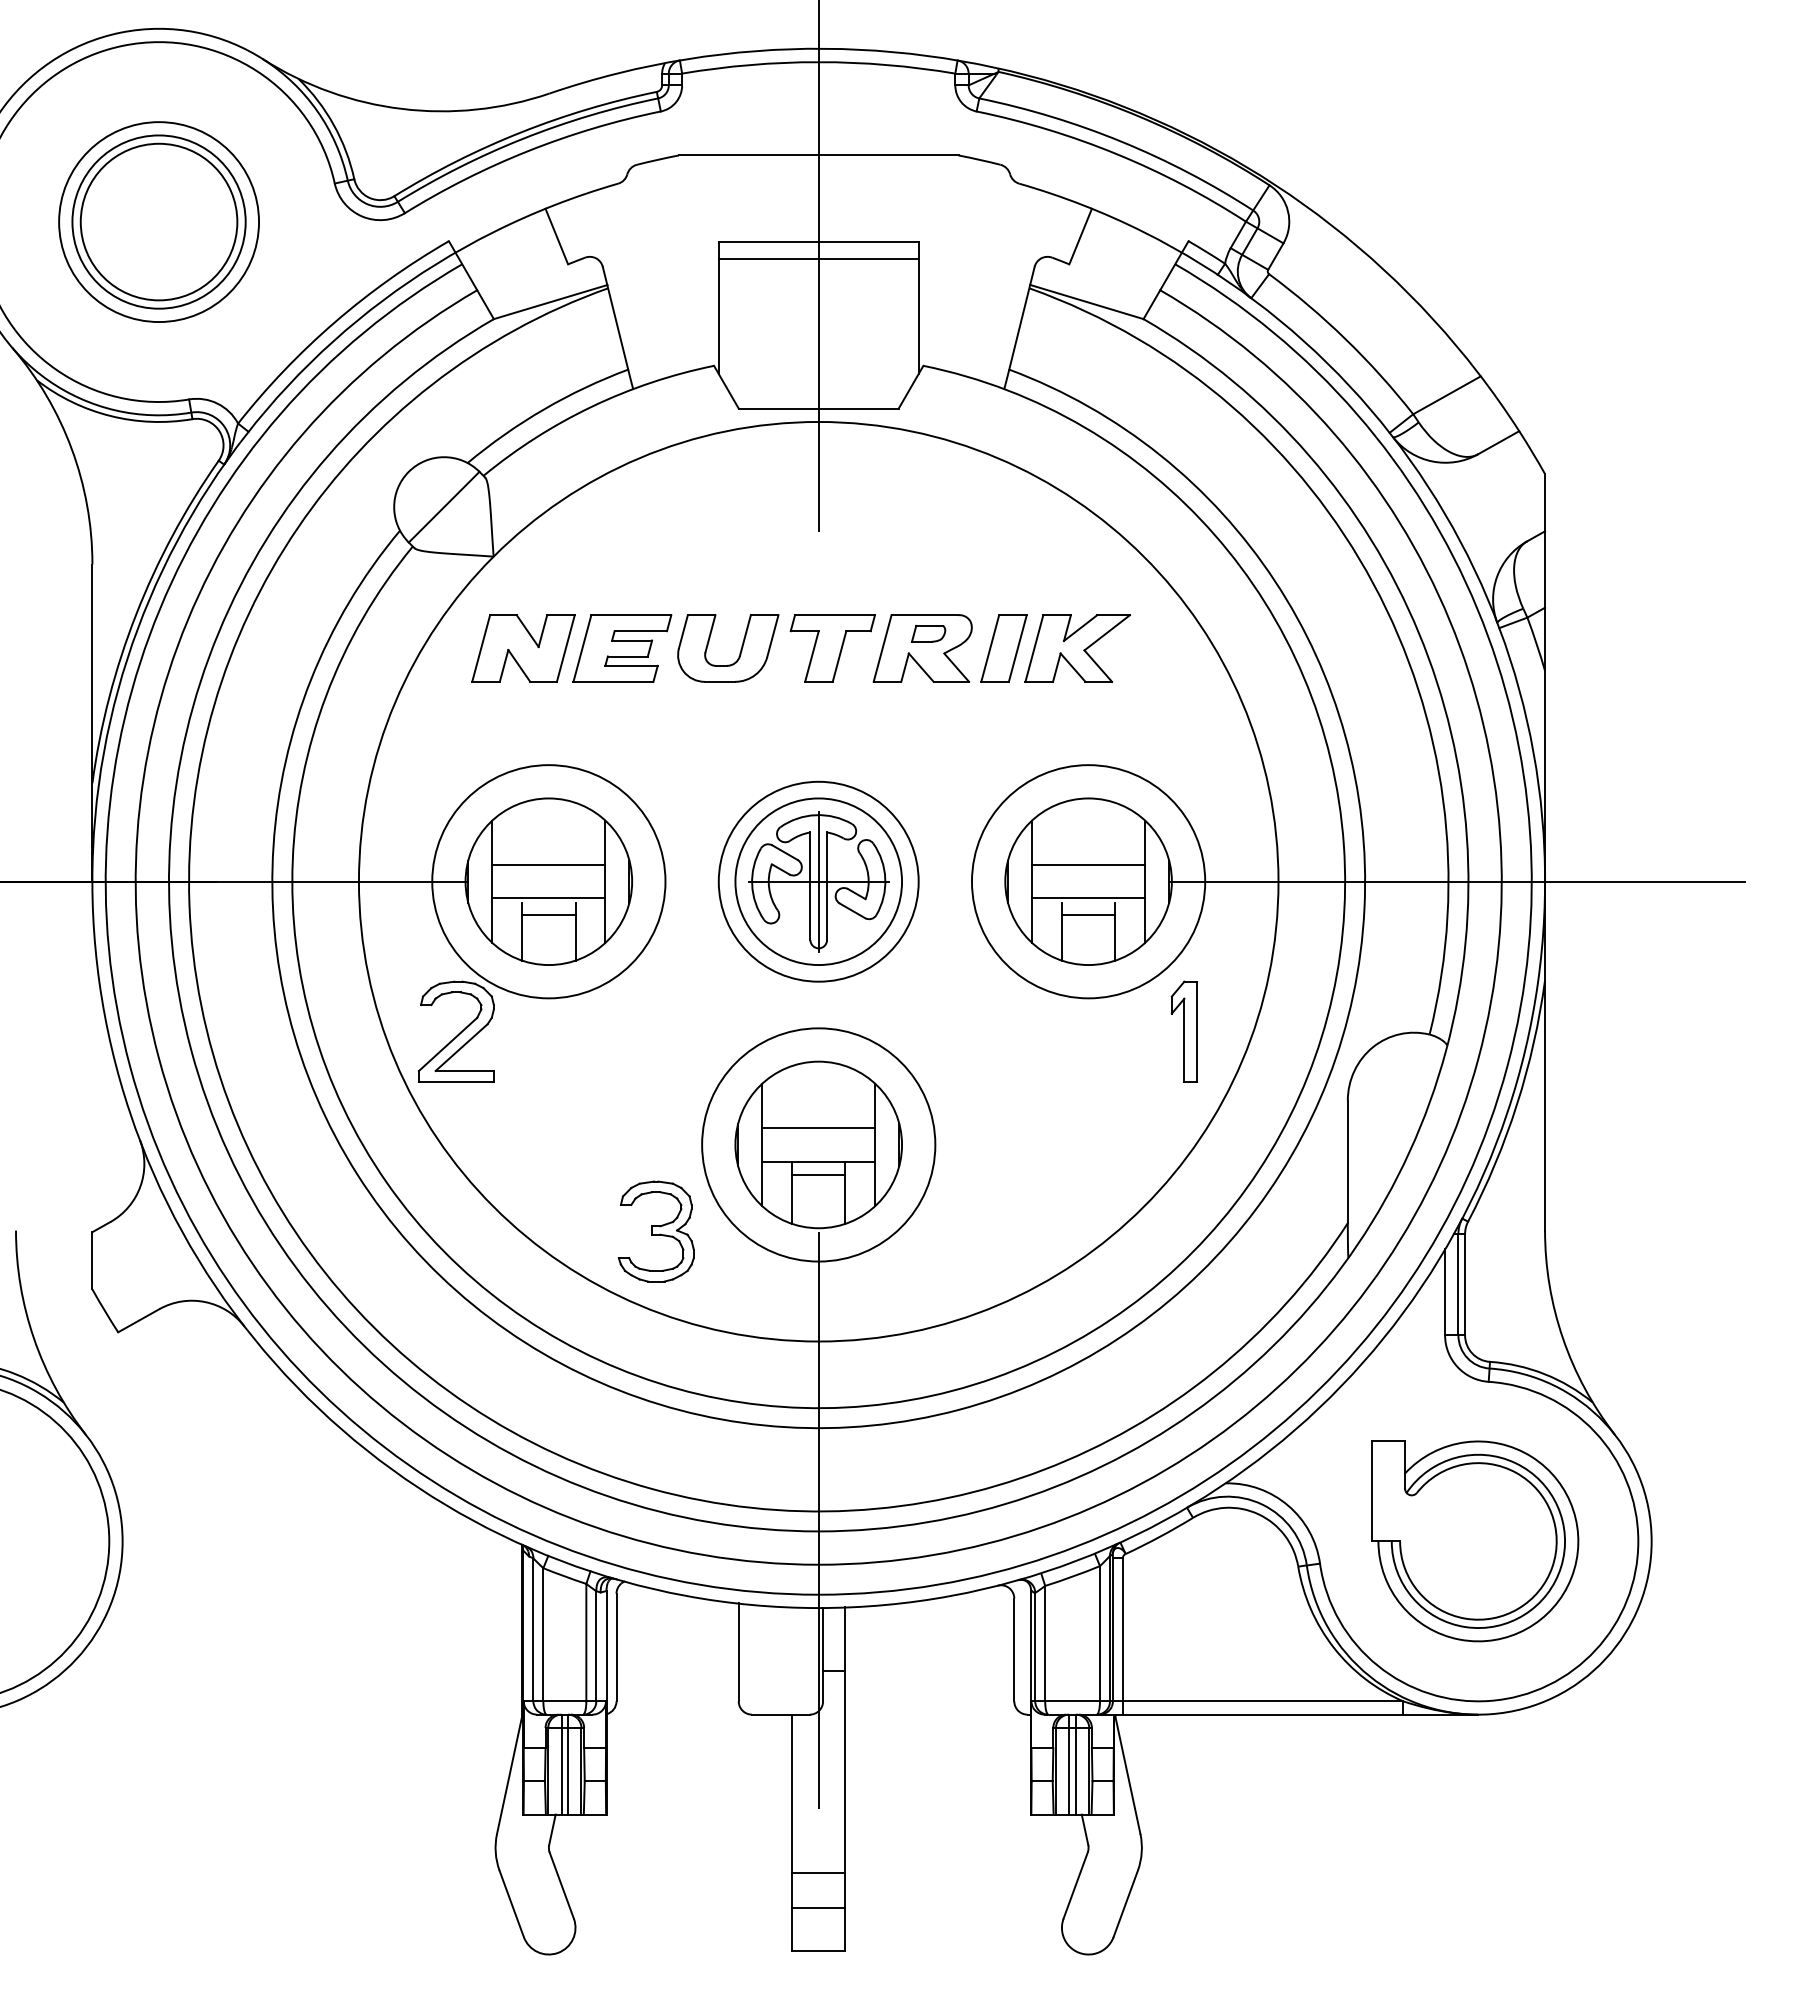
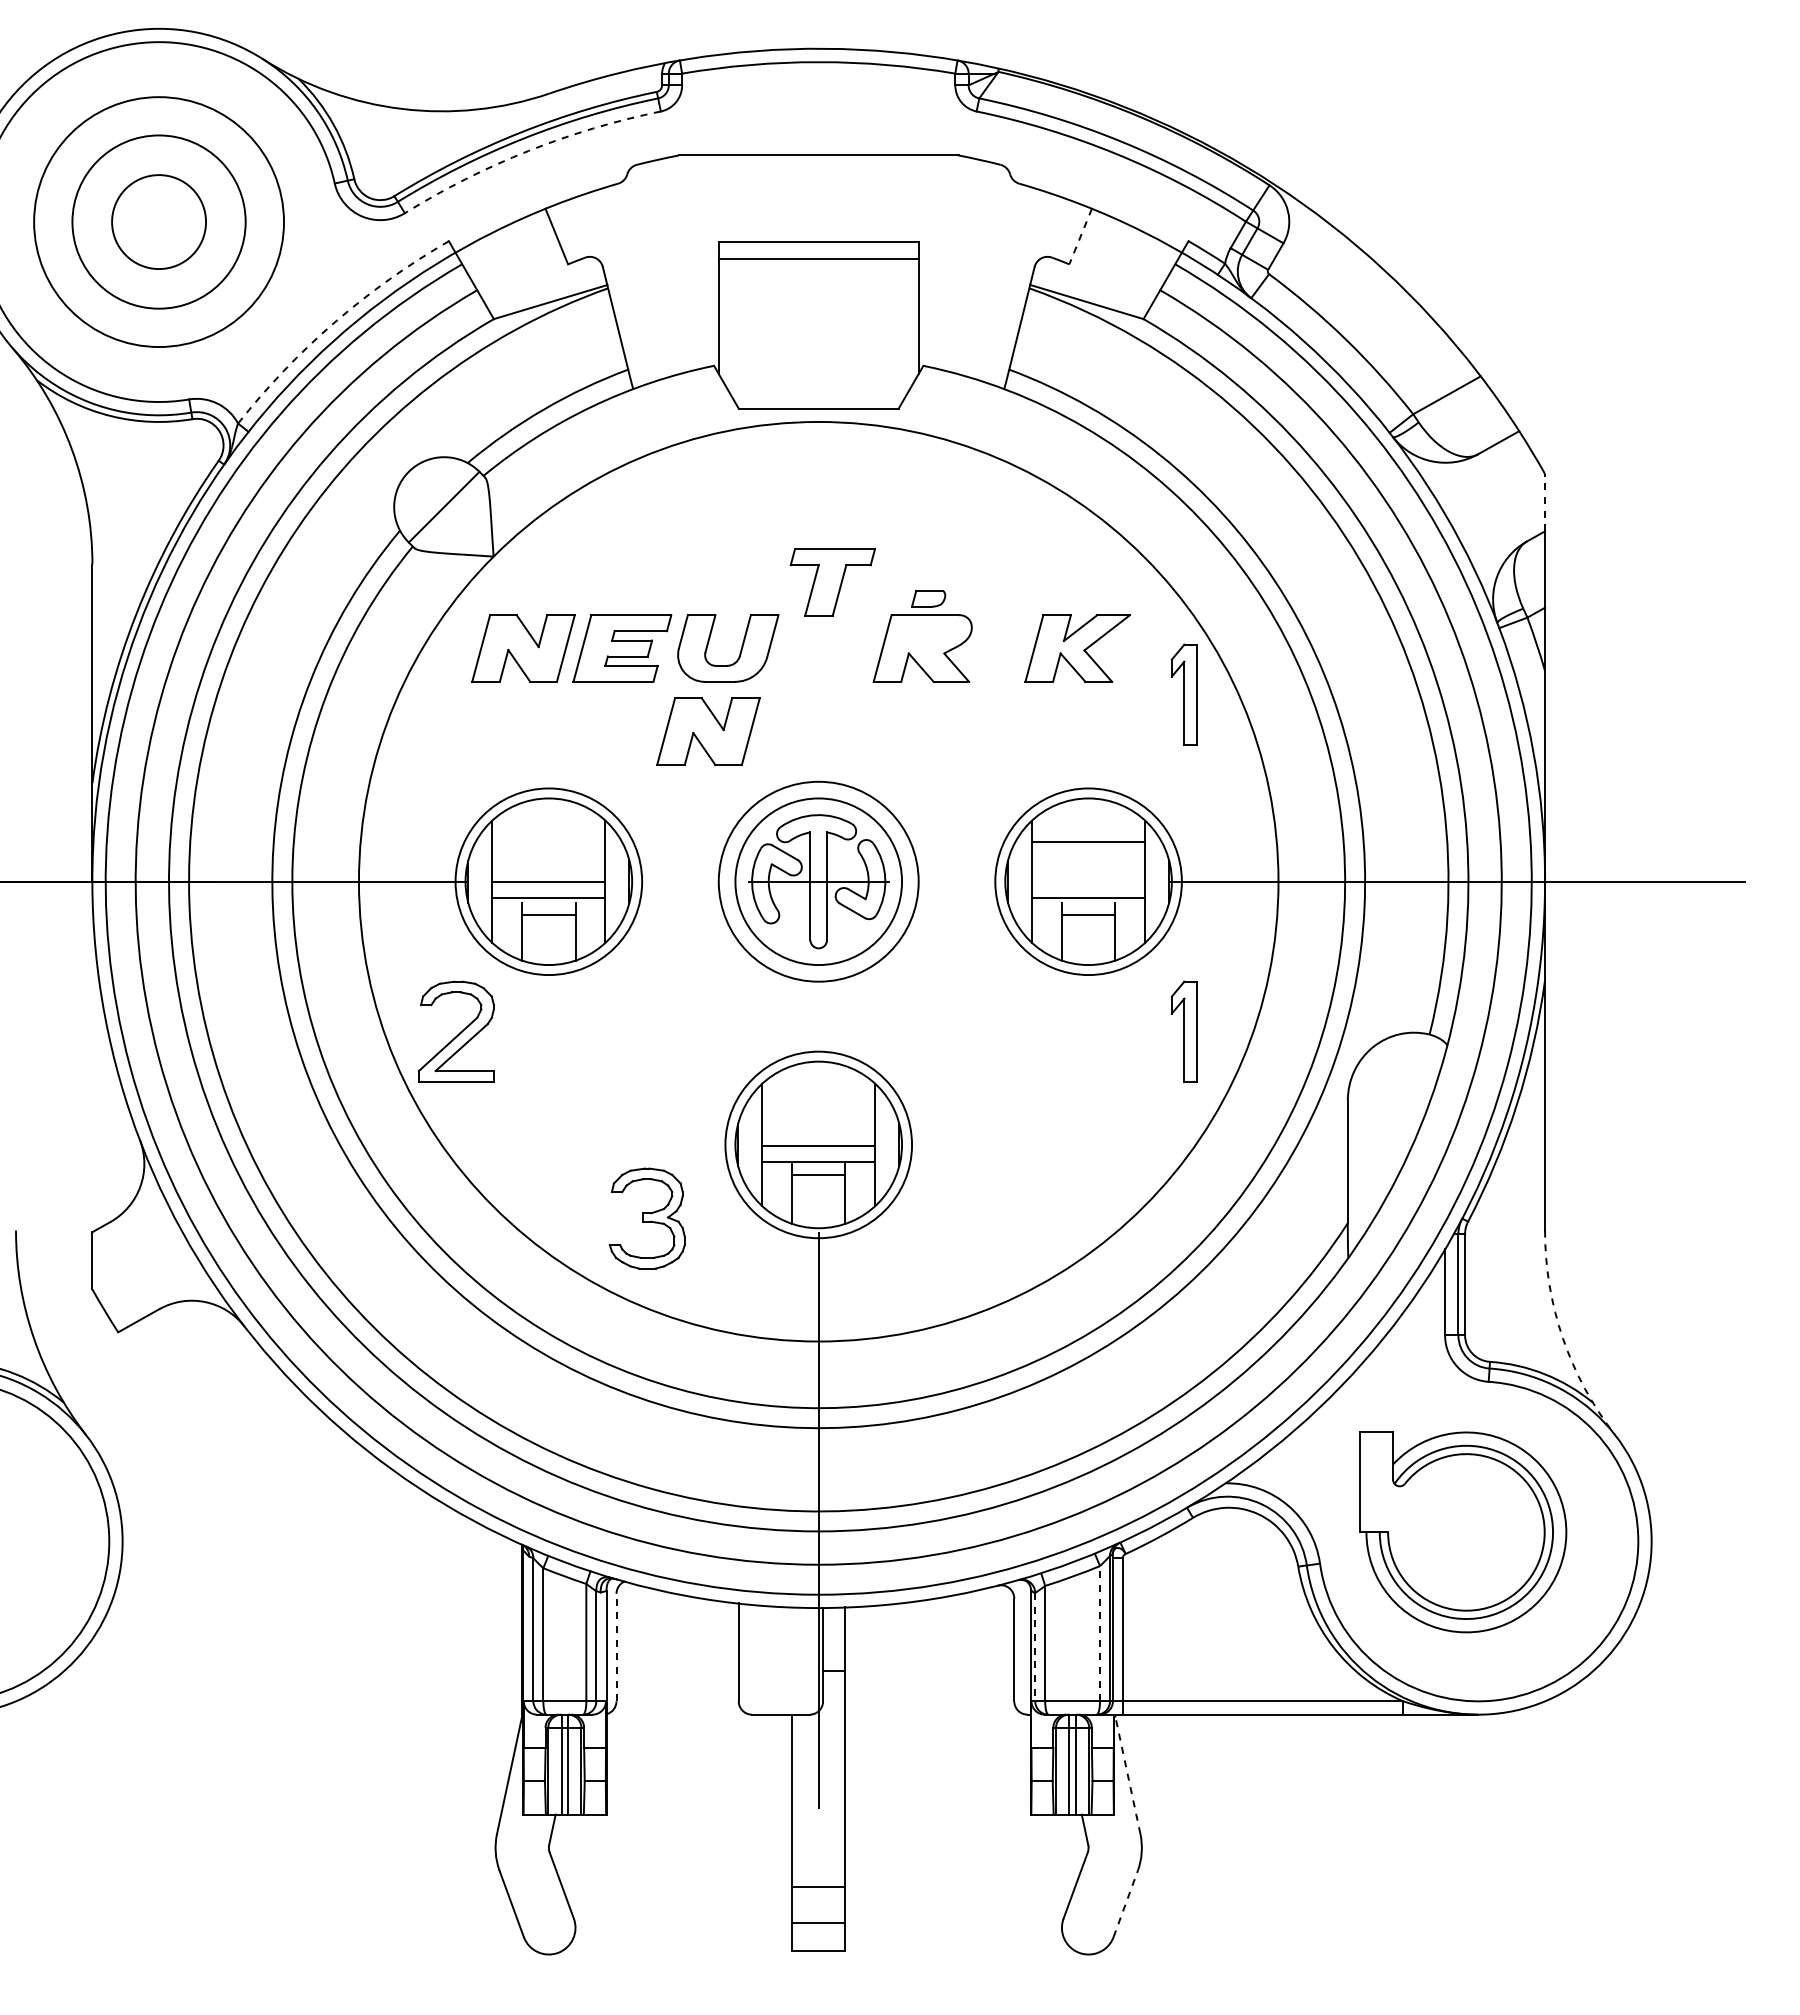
arc at (528, 151): solid -> dashed
circle at (158, 221) diameter: 157 px -> 94 px
circle at (159, 222) diameter: 200 px -> 250 px
line at (1080, 236): solid -> dashed
line at (818, 266): present -> none
arc at (334, 322): solid -> dashed
line at (1545, 502): solid -> dashed
part at (928, 633) position: (928, 633) -> (928, 598)
part at (832, 648) position: (832, 648) -> (832, 582)
part at (1003, 648): present -> none
part at (1183, 694): none -> present
part at (708, 731): none -> present
line at (548, 865) position: (548, 865) -> (548, 882)
line at (1088, 865) position: (1088, 865) -> (1088, 842)
circle at (548, 881) diameter: 233 px -> 187 px
line at (818, 881): present -> none
circle at (1088, 881) diameter: 233 px -> 187 px
line at (818, 1128) position: (818, 1128) -> (818, 1146)
circle at (818, 1144) diameter: 233 px -> 187 px
part at (655, 1231) position: (655, 1231) -> (646, 1218)
arc at (1563, 1338): solid -> dashed
part at (1475, 1541) position: (1475, 1541) -> (1463, 1532)
line at (1100, 1633): solid -> dashed
line at (616, 1647): solid -> dashed
line at (1035, 1647): solid -> dashed
line at (1127, 1775): solid -> dashed
line at (818, 1873) position: (818, 1873) -> (818, 1887)
line at (1125, 1903): solid -> dashed
line at (818, 1908) position: (818, 1908) -> (818, 1923)
